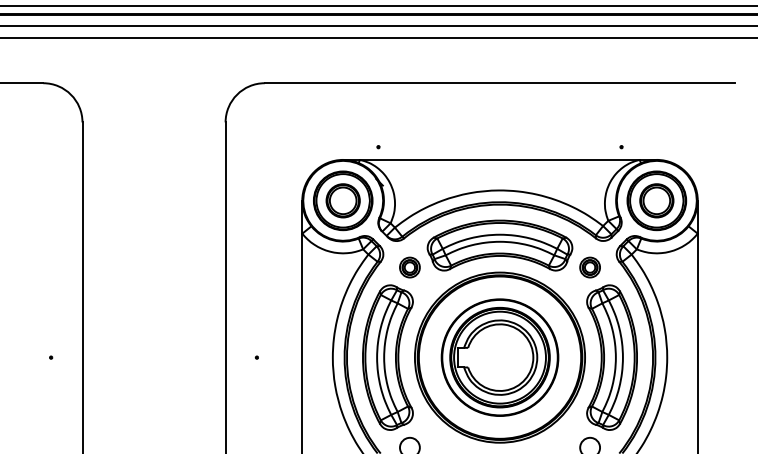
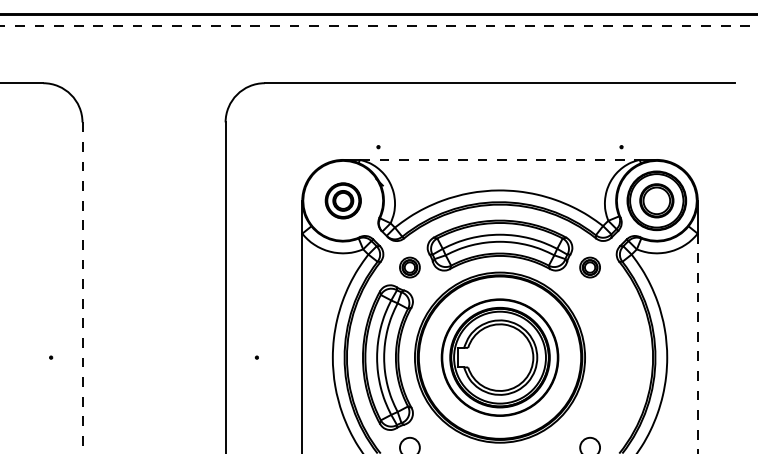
line at (378, 5): present -> none
line at (378, 26): solid -> dashed
line at (378, 38): present -> none
line at (499, 159): solid -> dashed
part at (343, 200) size: 61x62 px -> 38x38 px
line at (82, 288): solid -> dashed
line at (697, 343): solid -> dashed
part at (611, 357): present -> none
